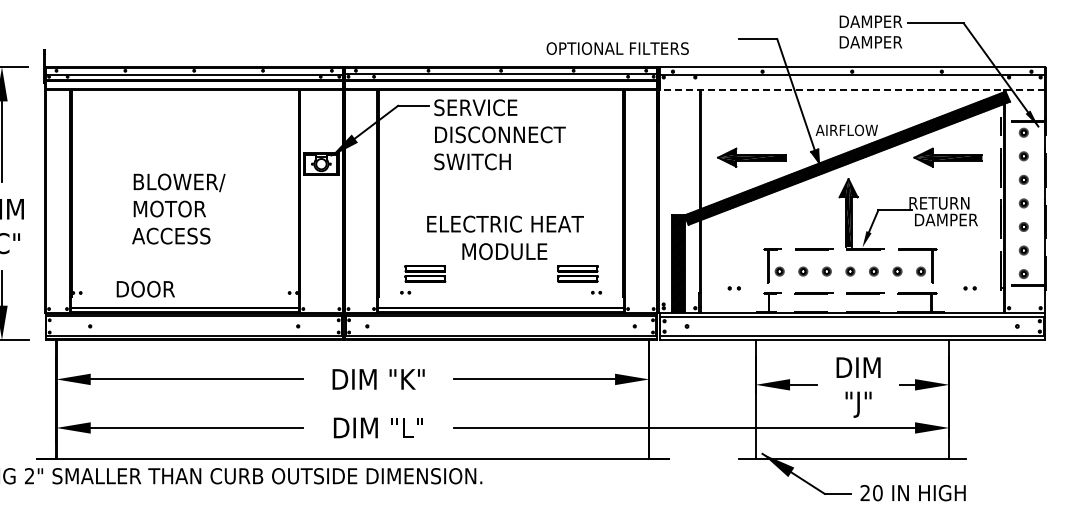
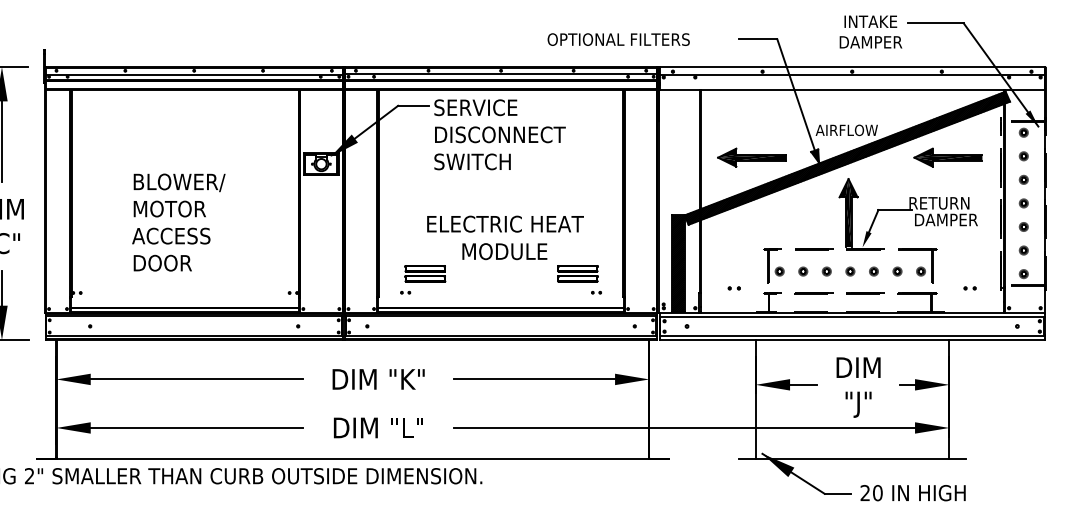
text at (870, 21): DAMPER -> INTAKE
text at (617, 48) position: (617, 48) -> (618, 39)
line at (852, 89): dashed -> solid
text at (145, 288) position: (145, 288) -> (162, 262)
